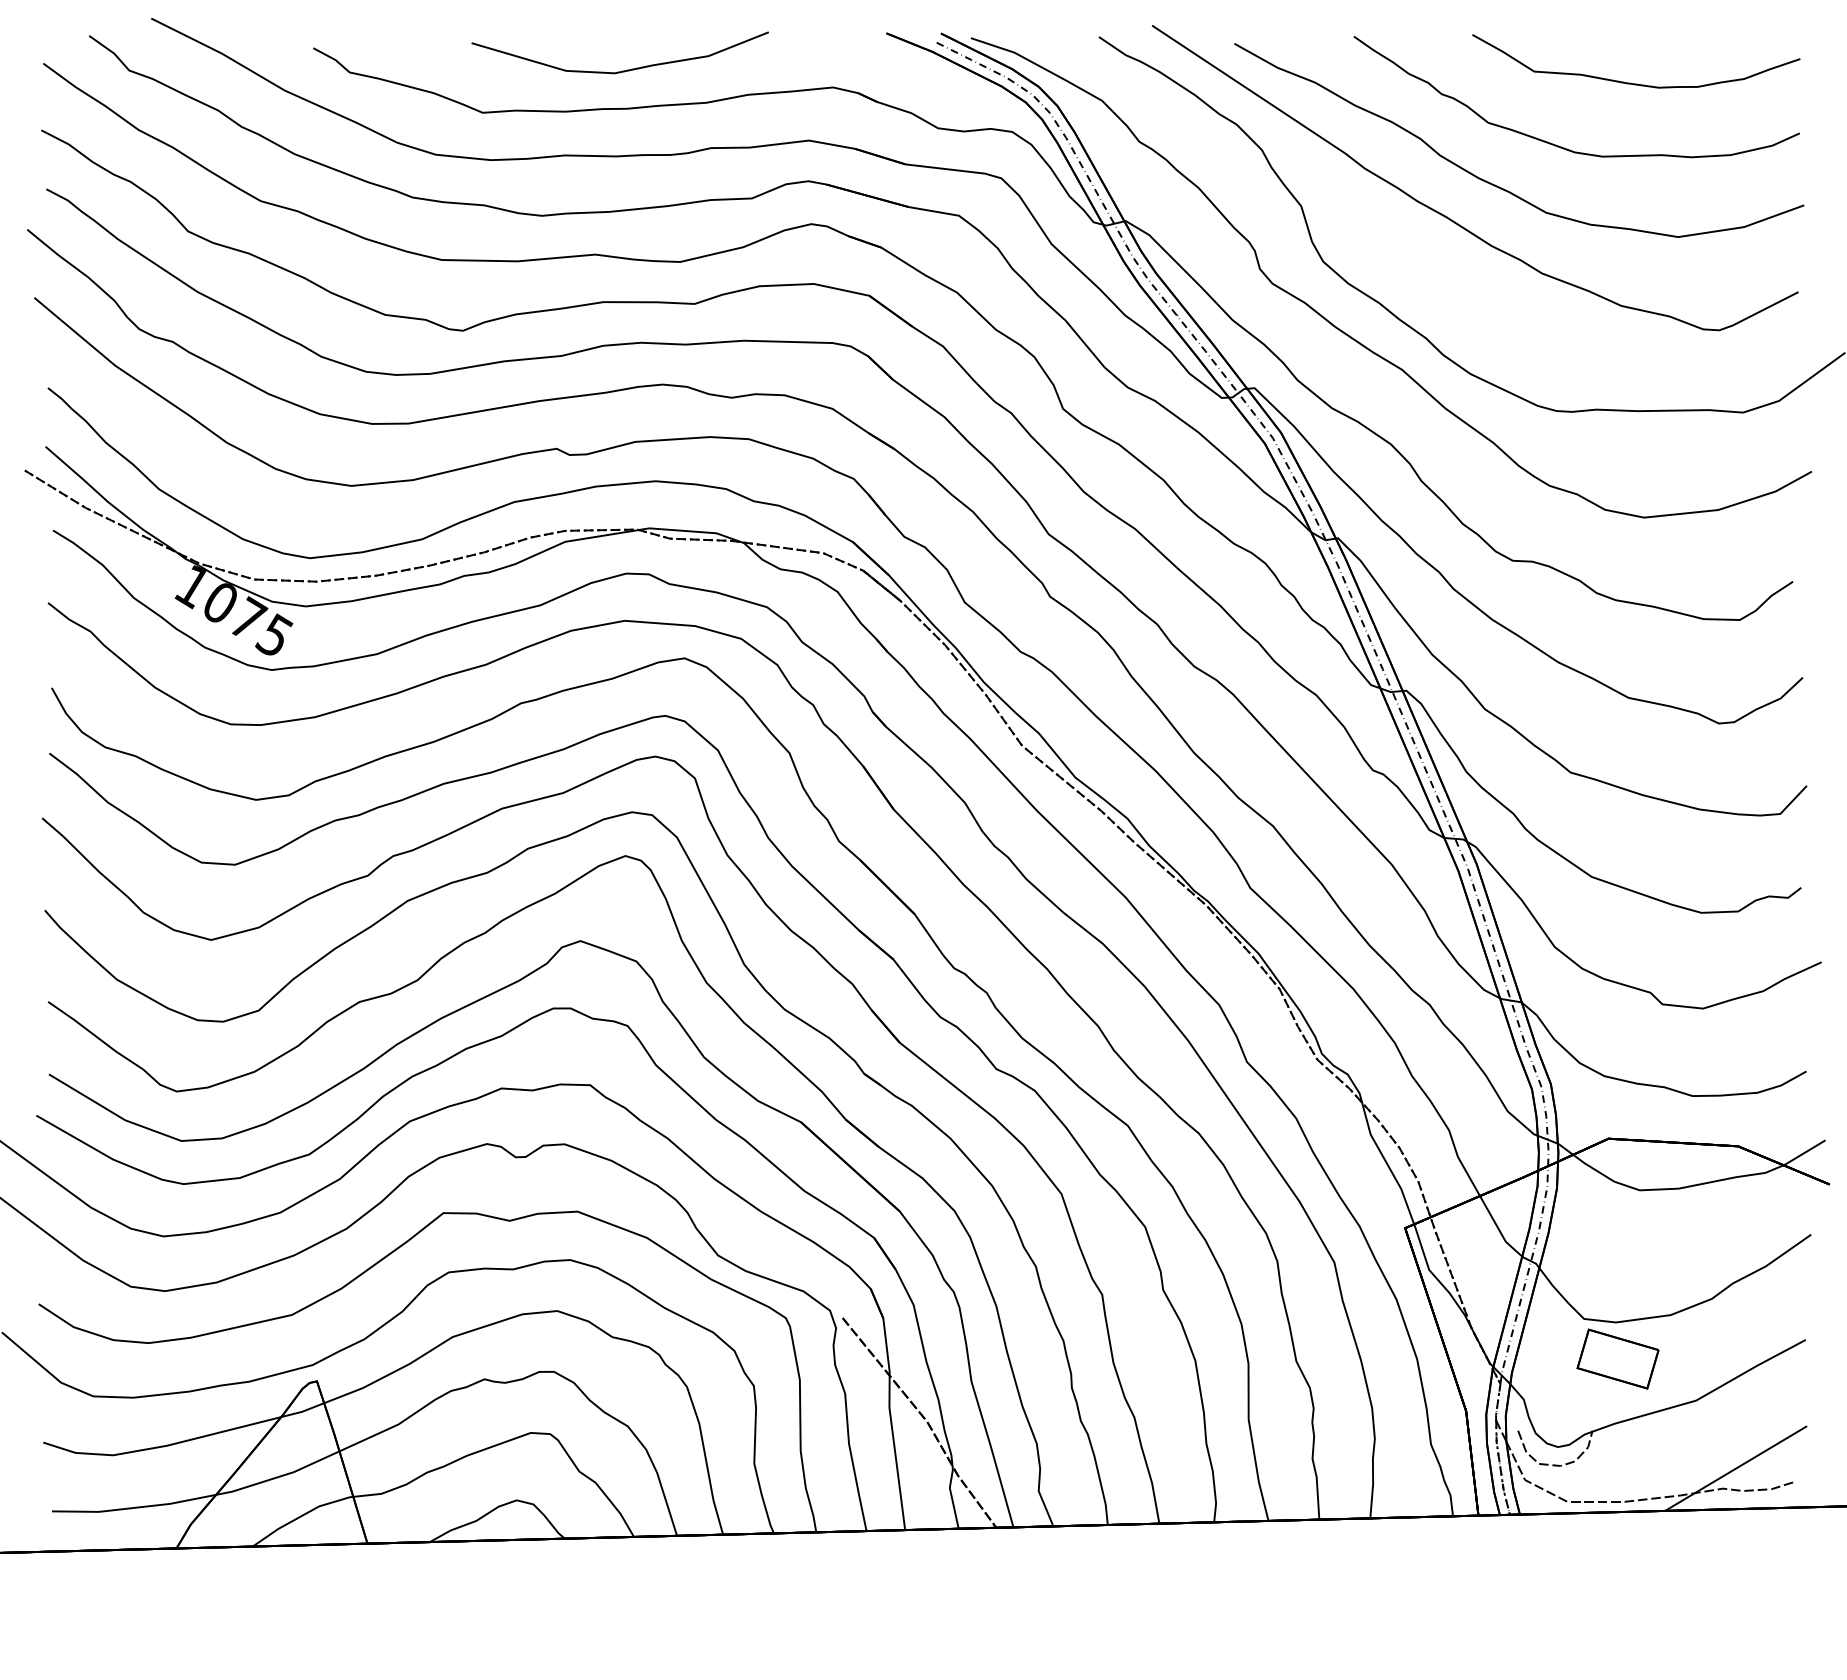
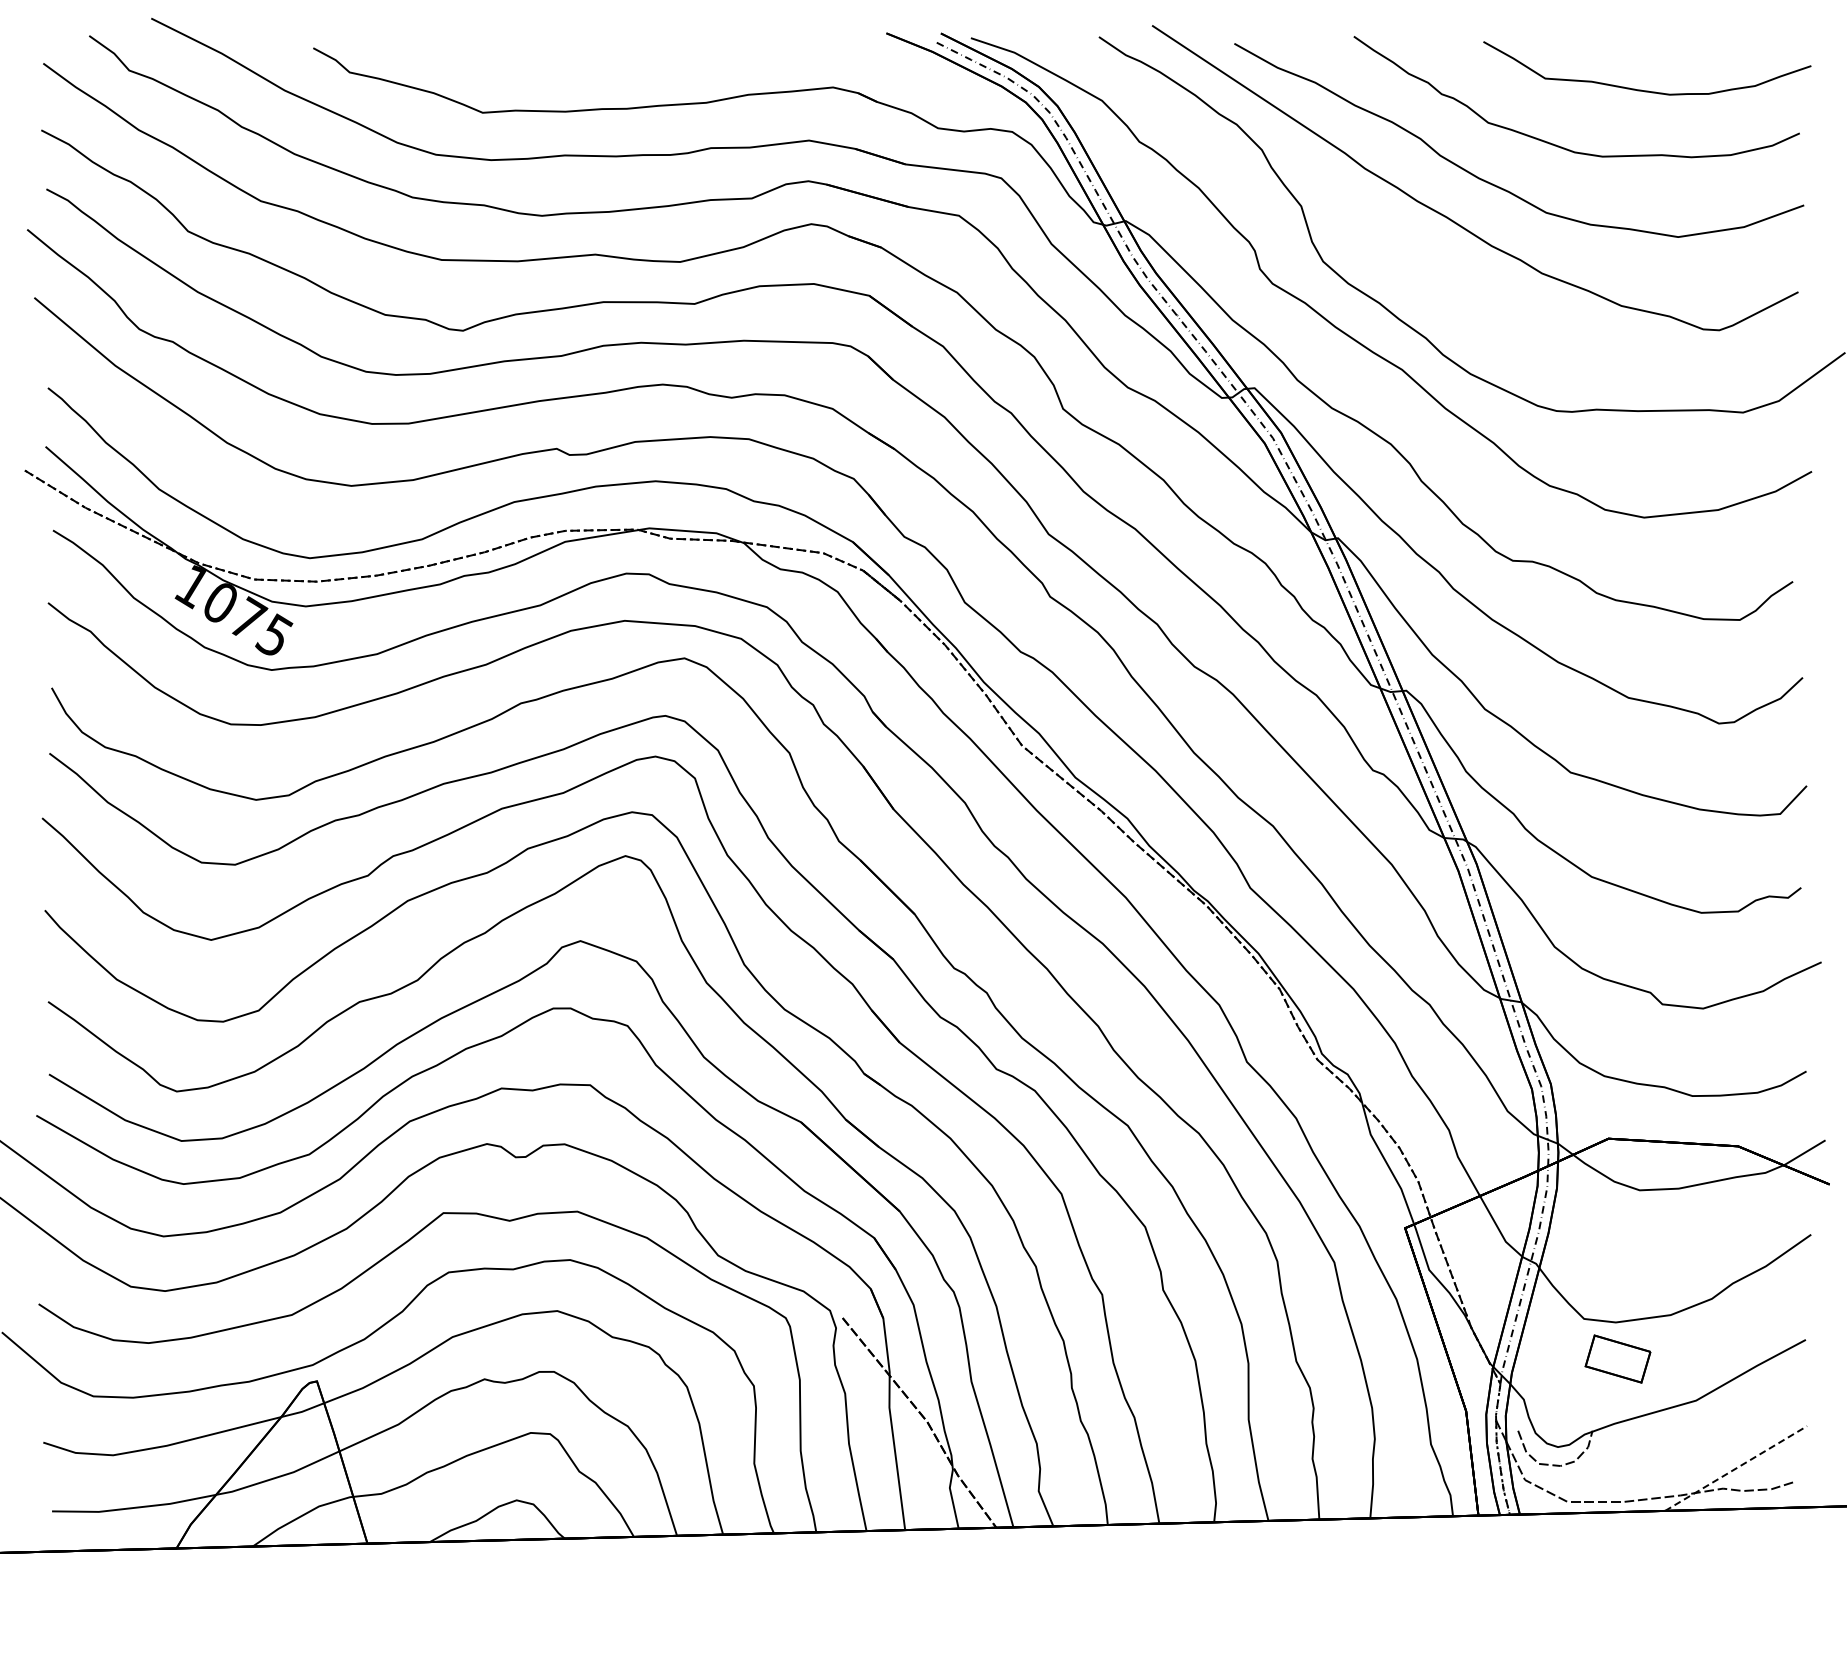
curve at (622, 70): present -> none
curve at (1630, 82) position: (1630, 82) -> (1641, 89)
part at (1617, 1358) size: 84x62 px -> 68x50 px
line at (1736, 1468): solid -> dashed
